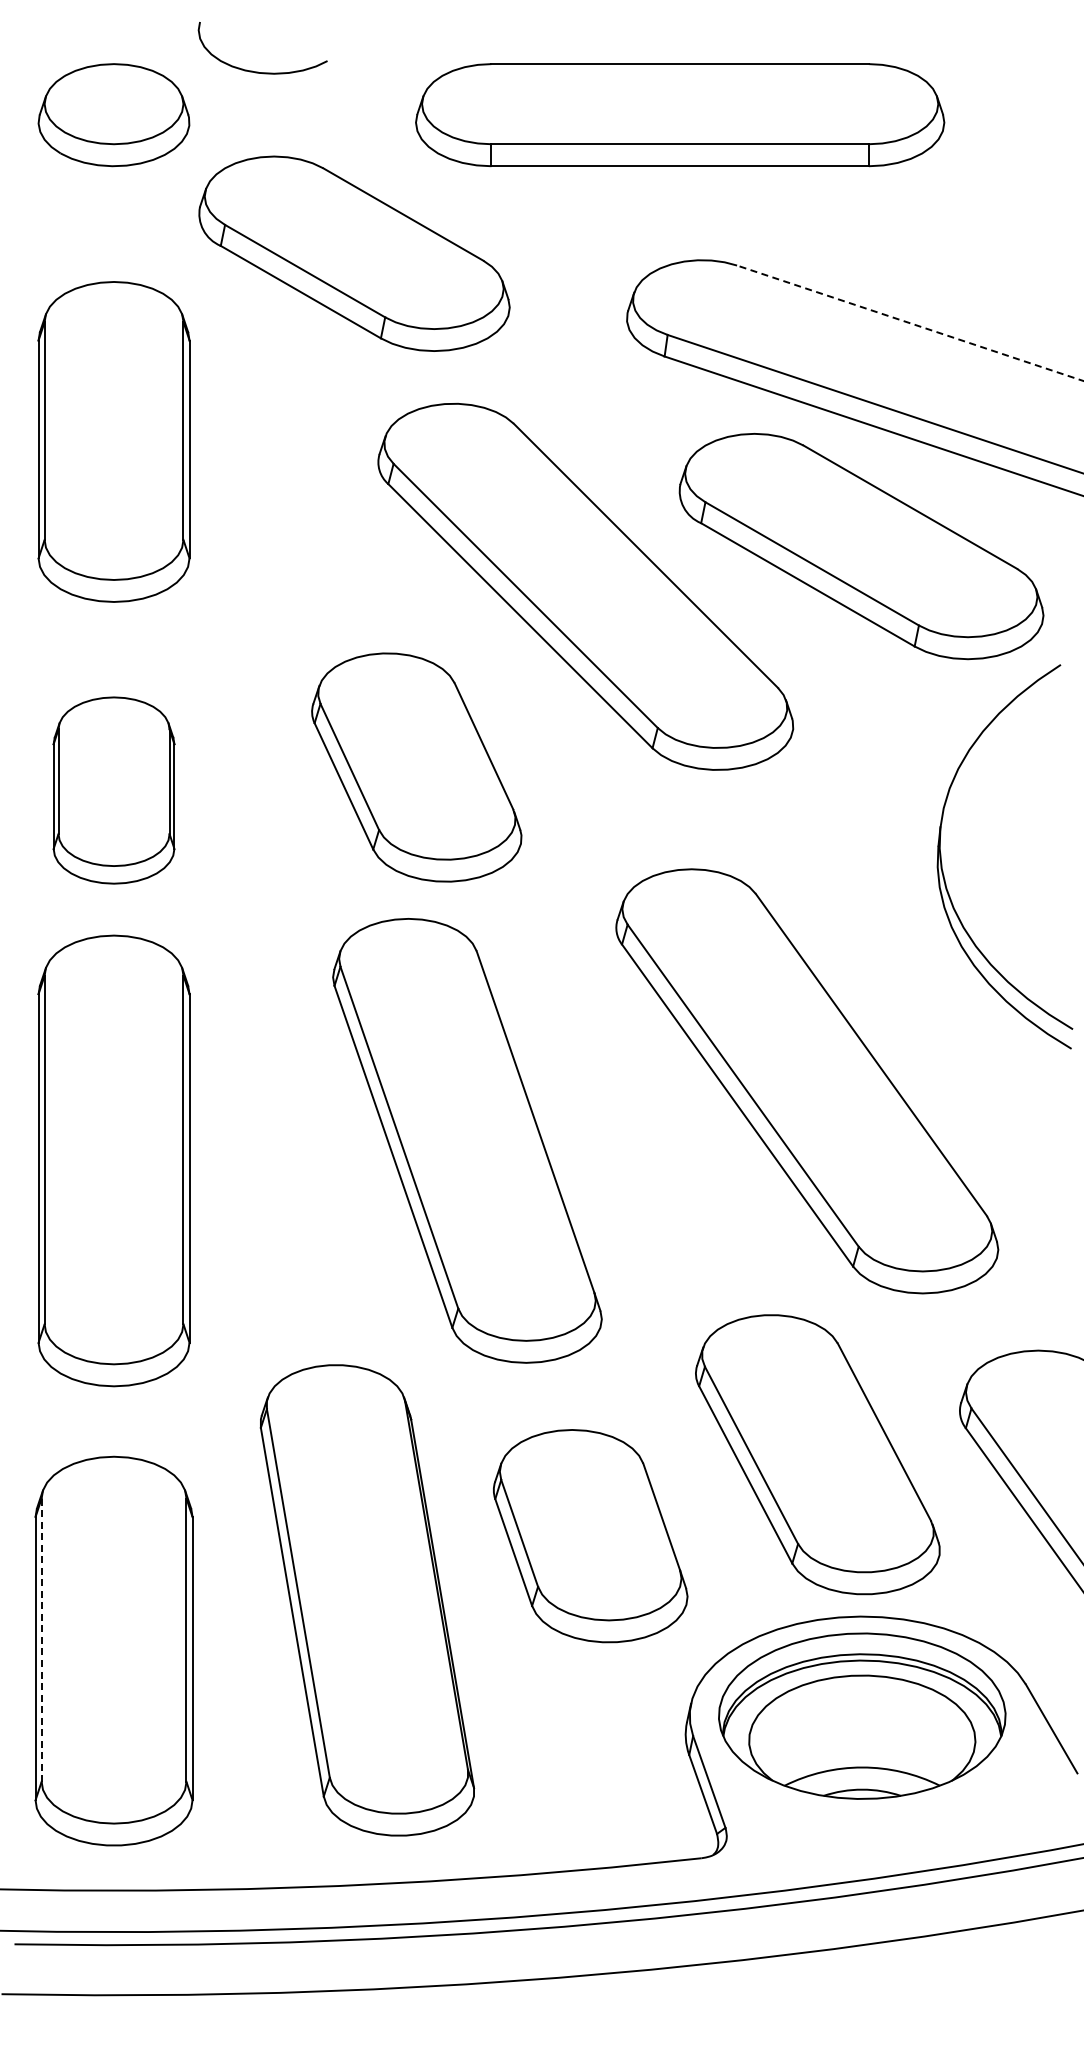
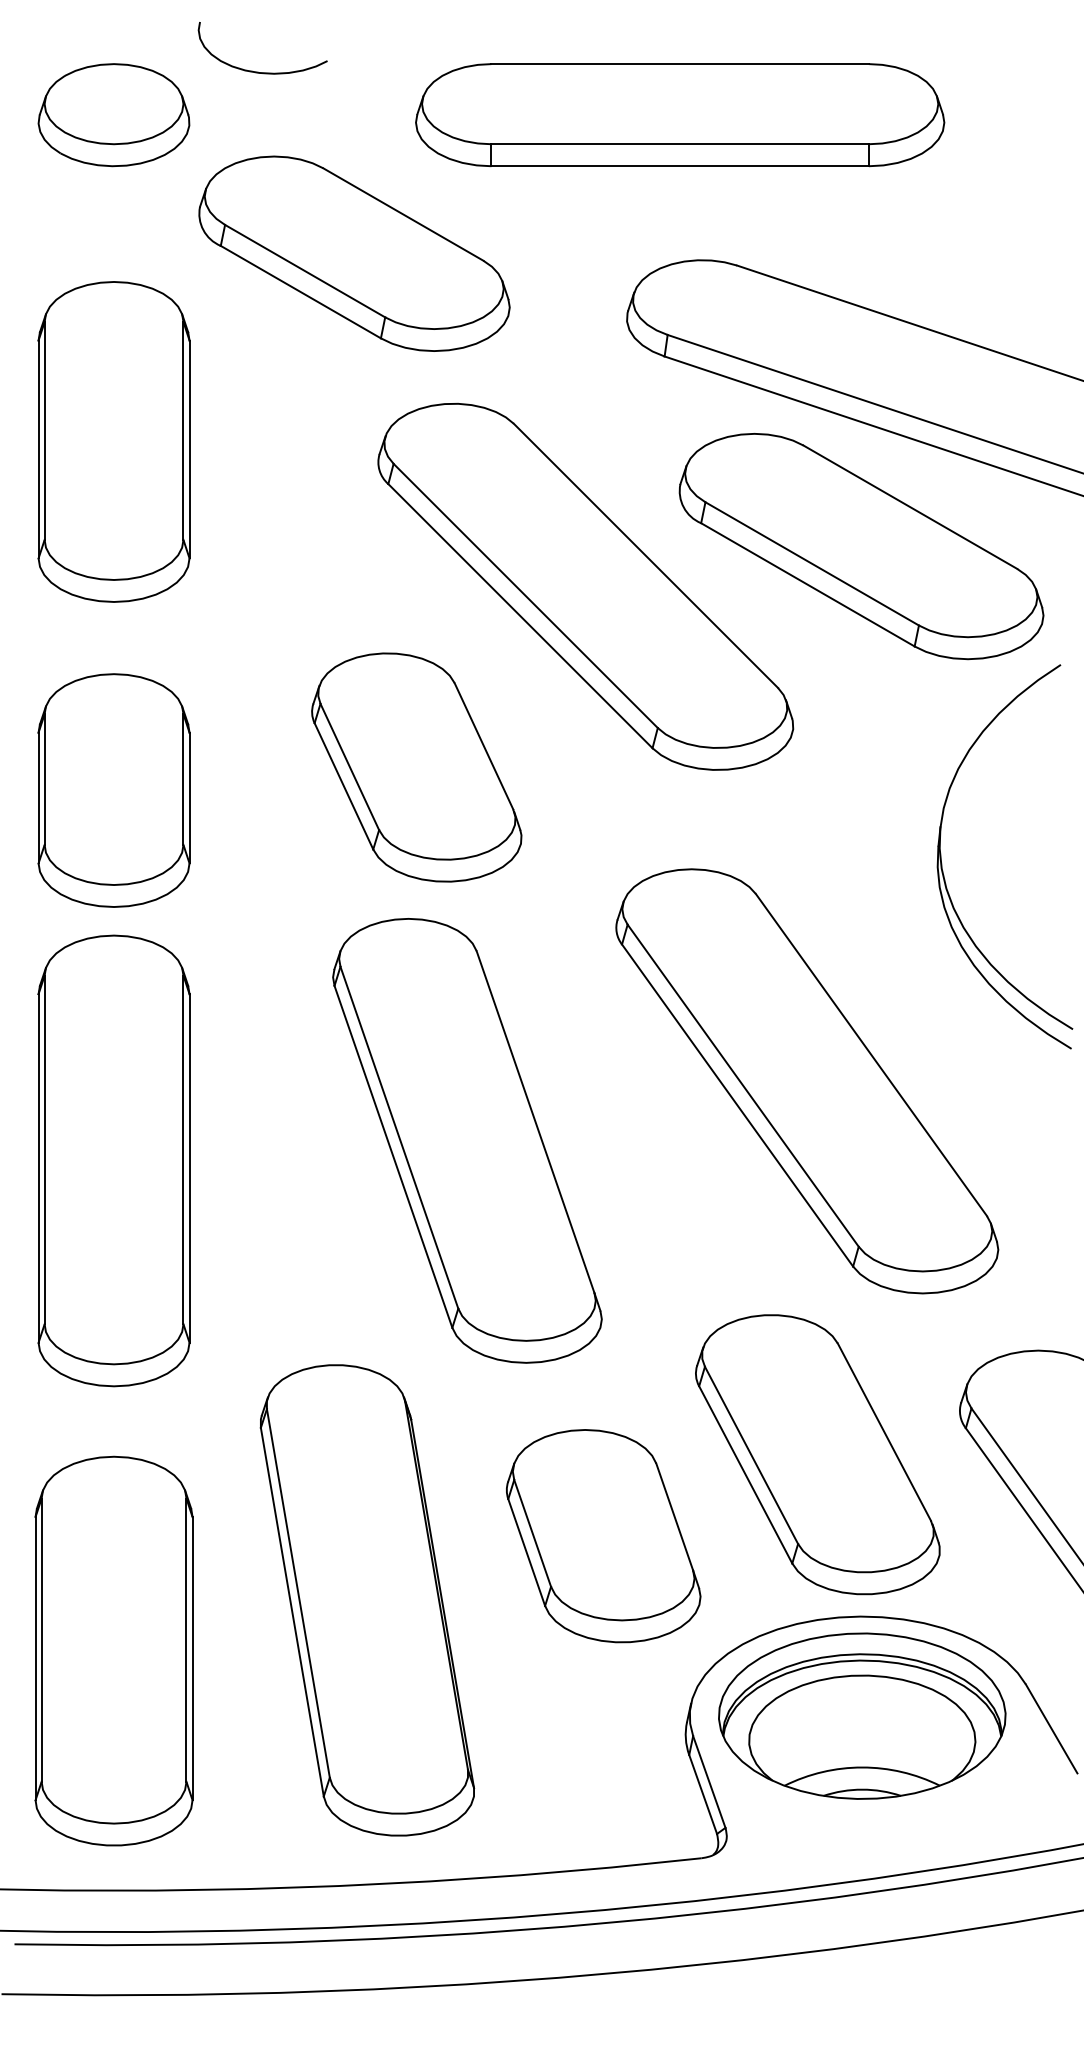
line at (910, 323): dashed -> solid
part at (113, 790) size: 124x189 px -> 154x235 px
part at (590, 1536) position: (590, 1536) -> (603, 1536)
line at (41, 1640): dashed -> solid
